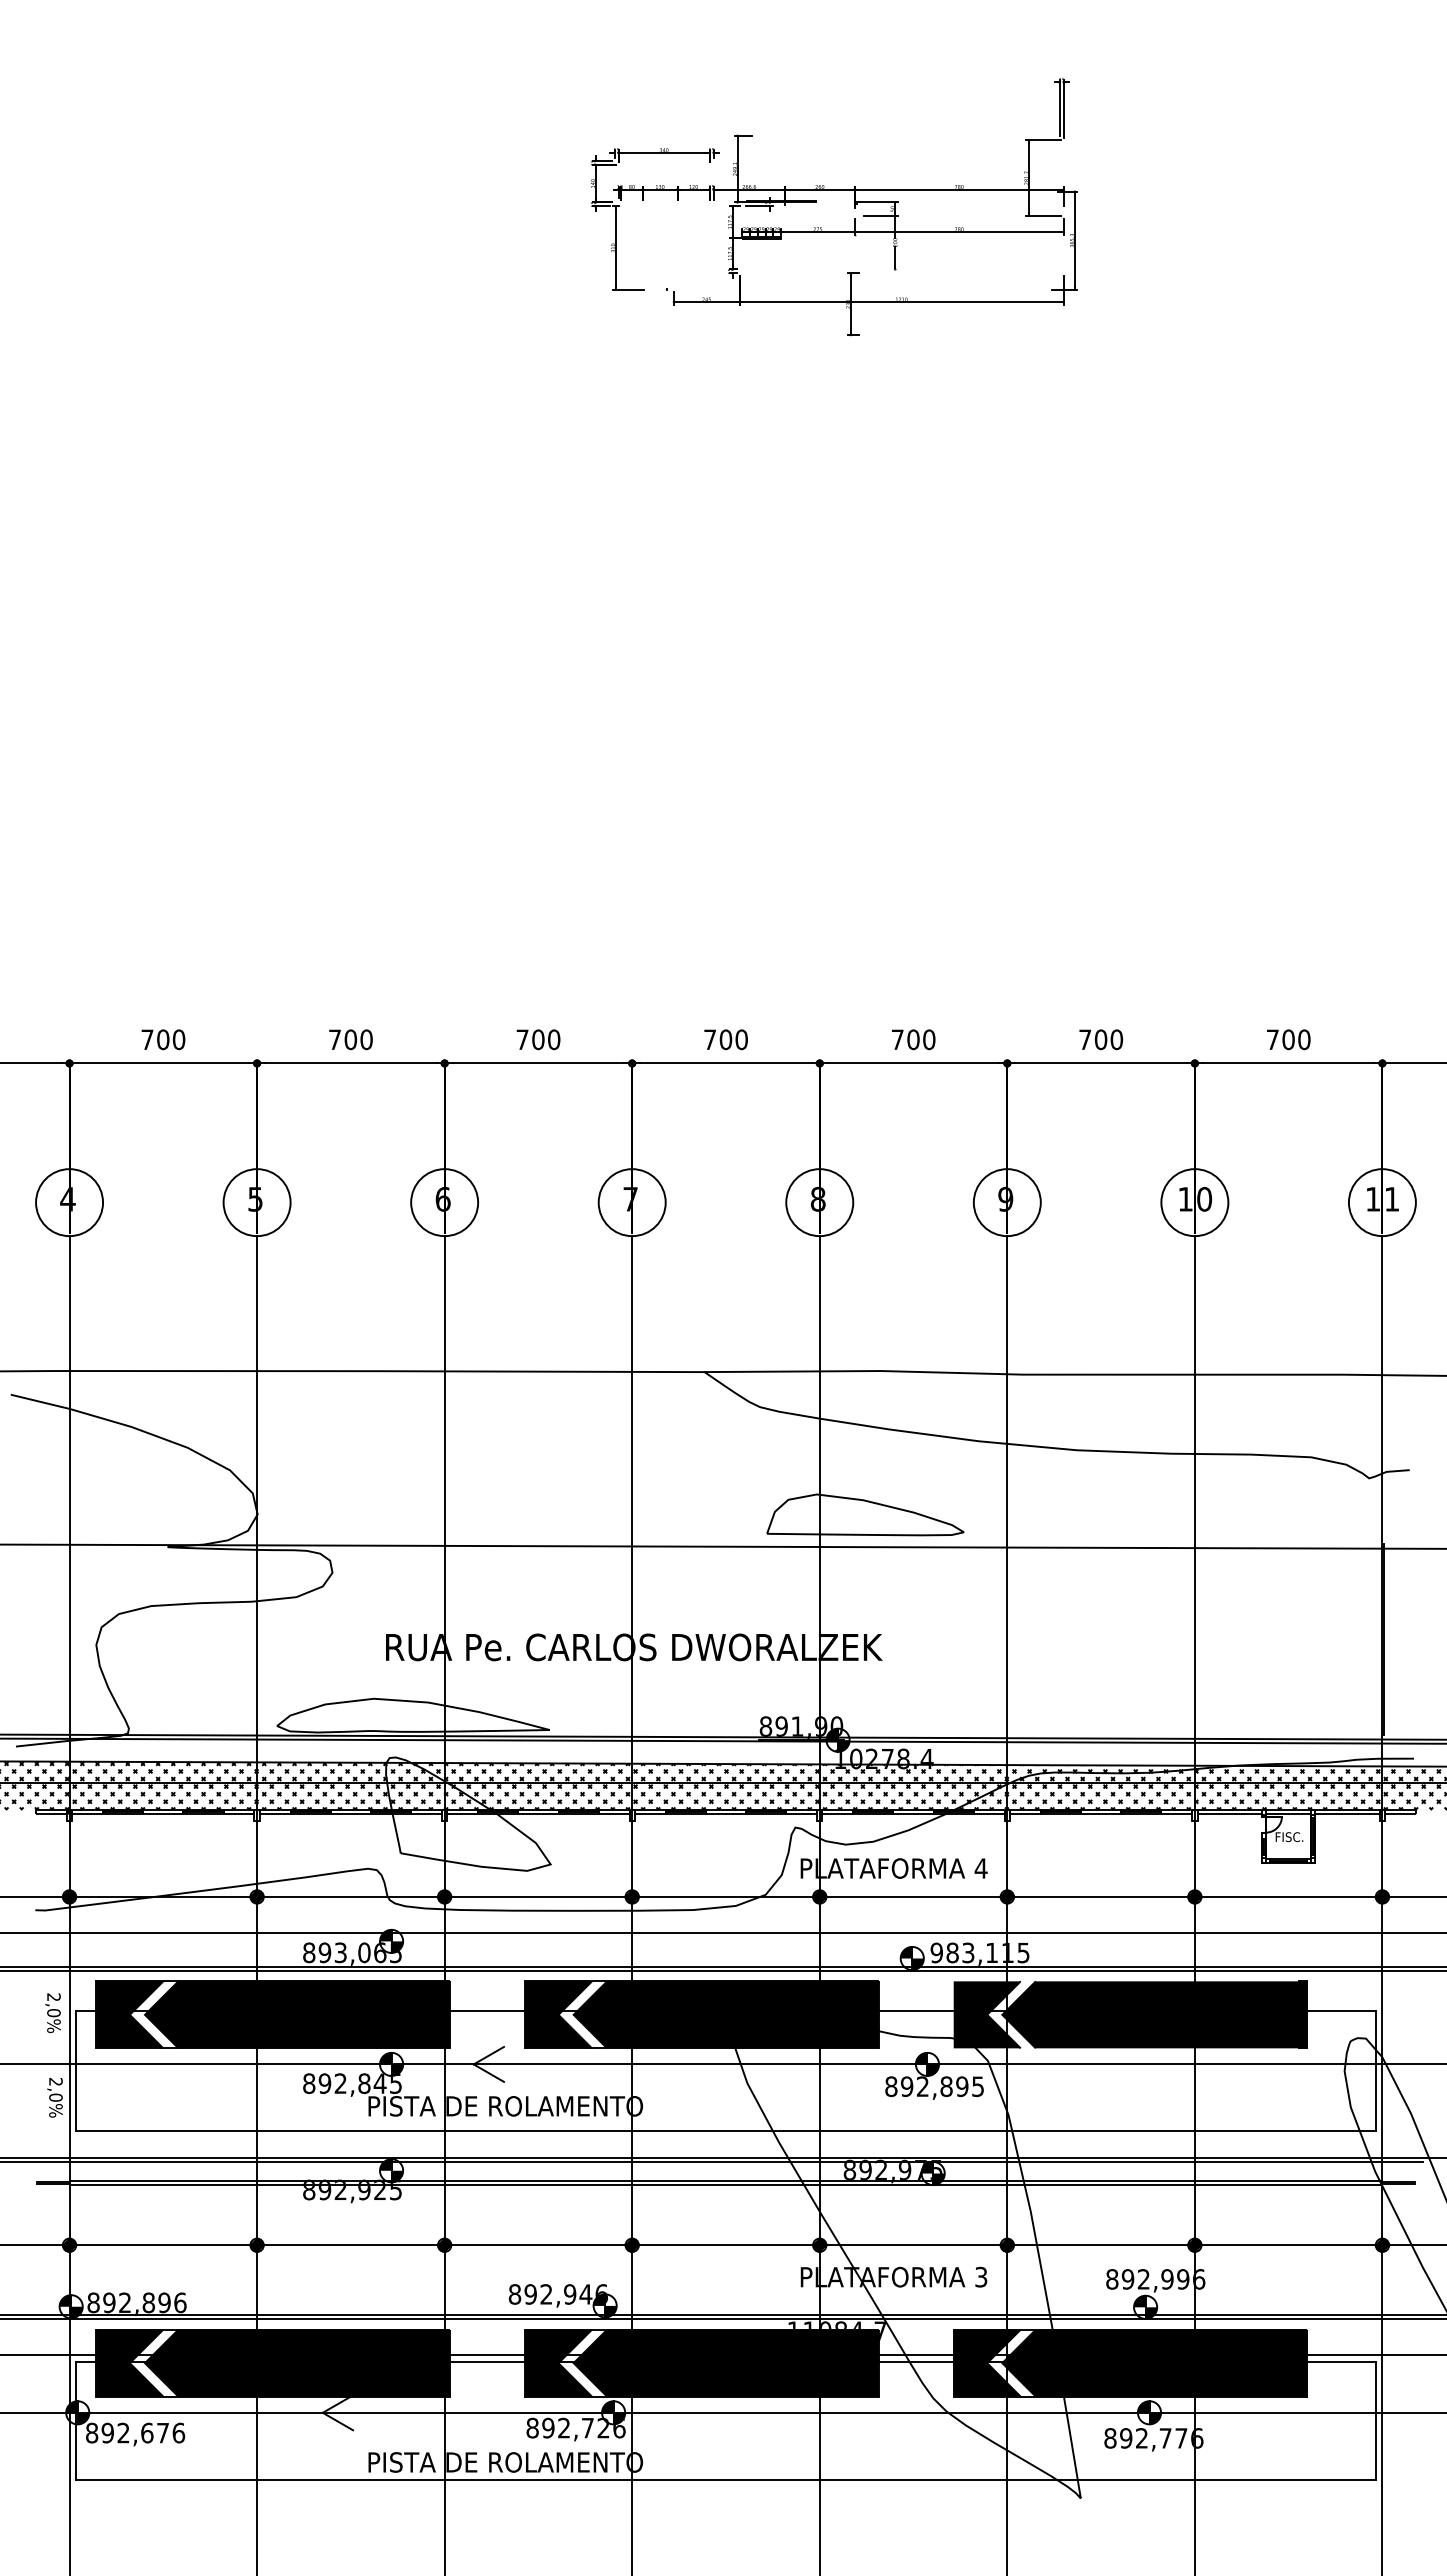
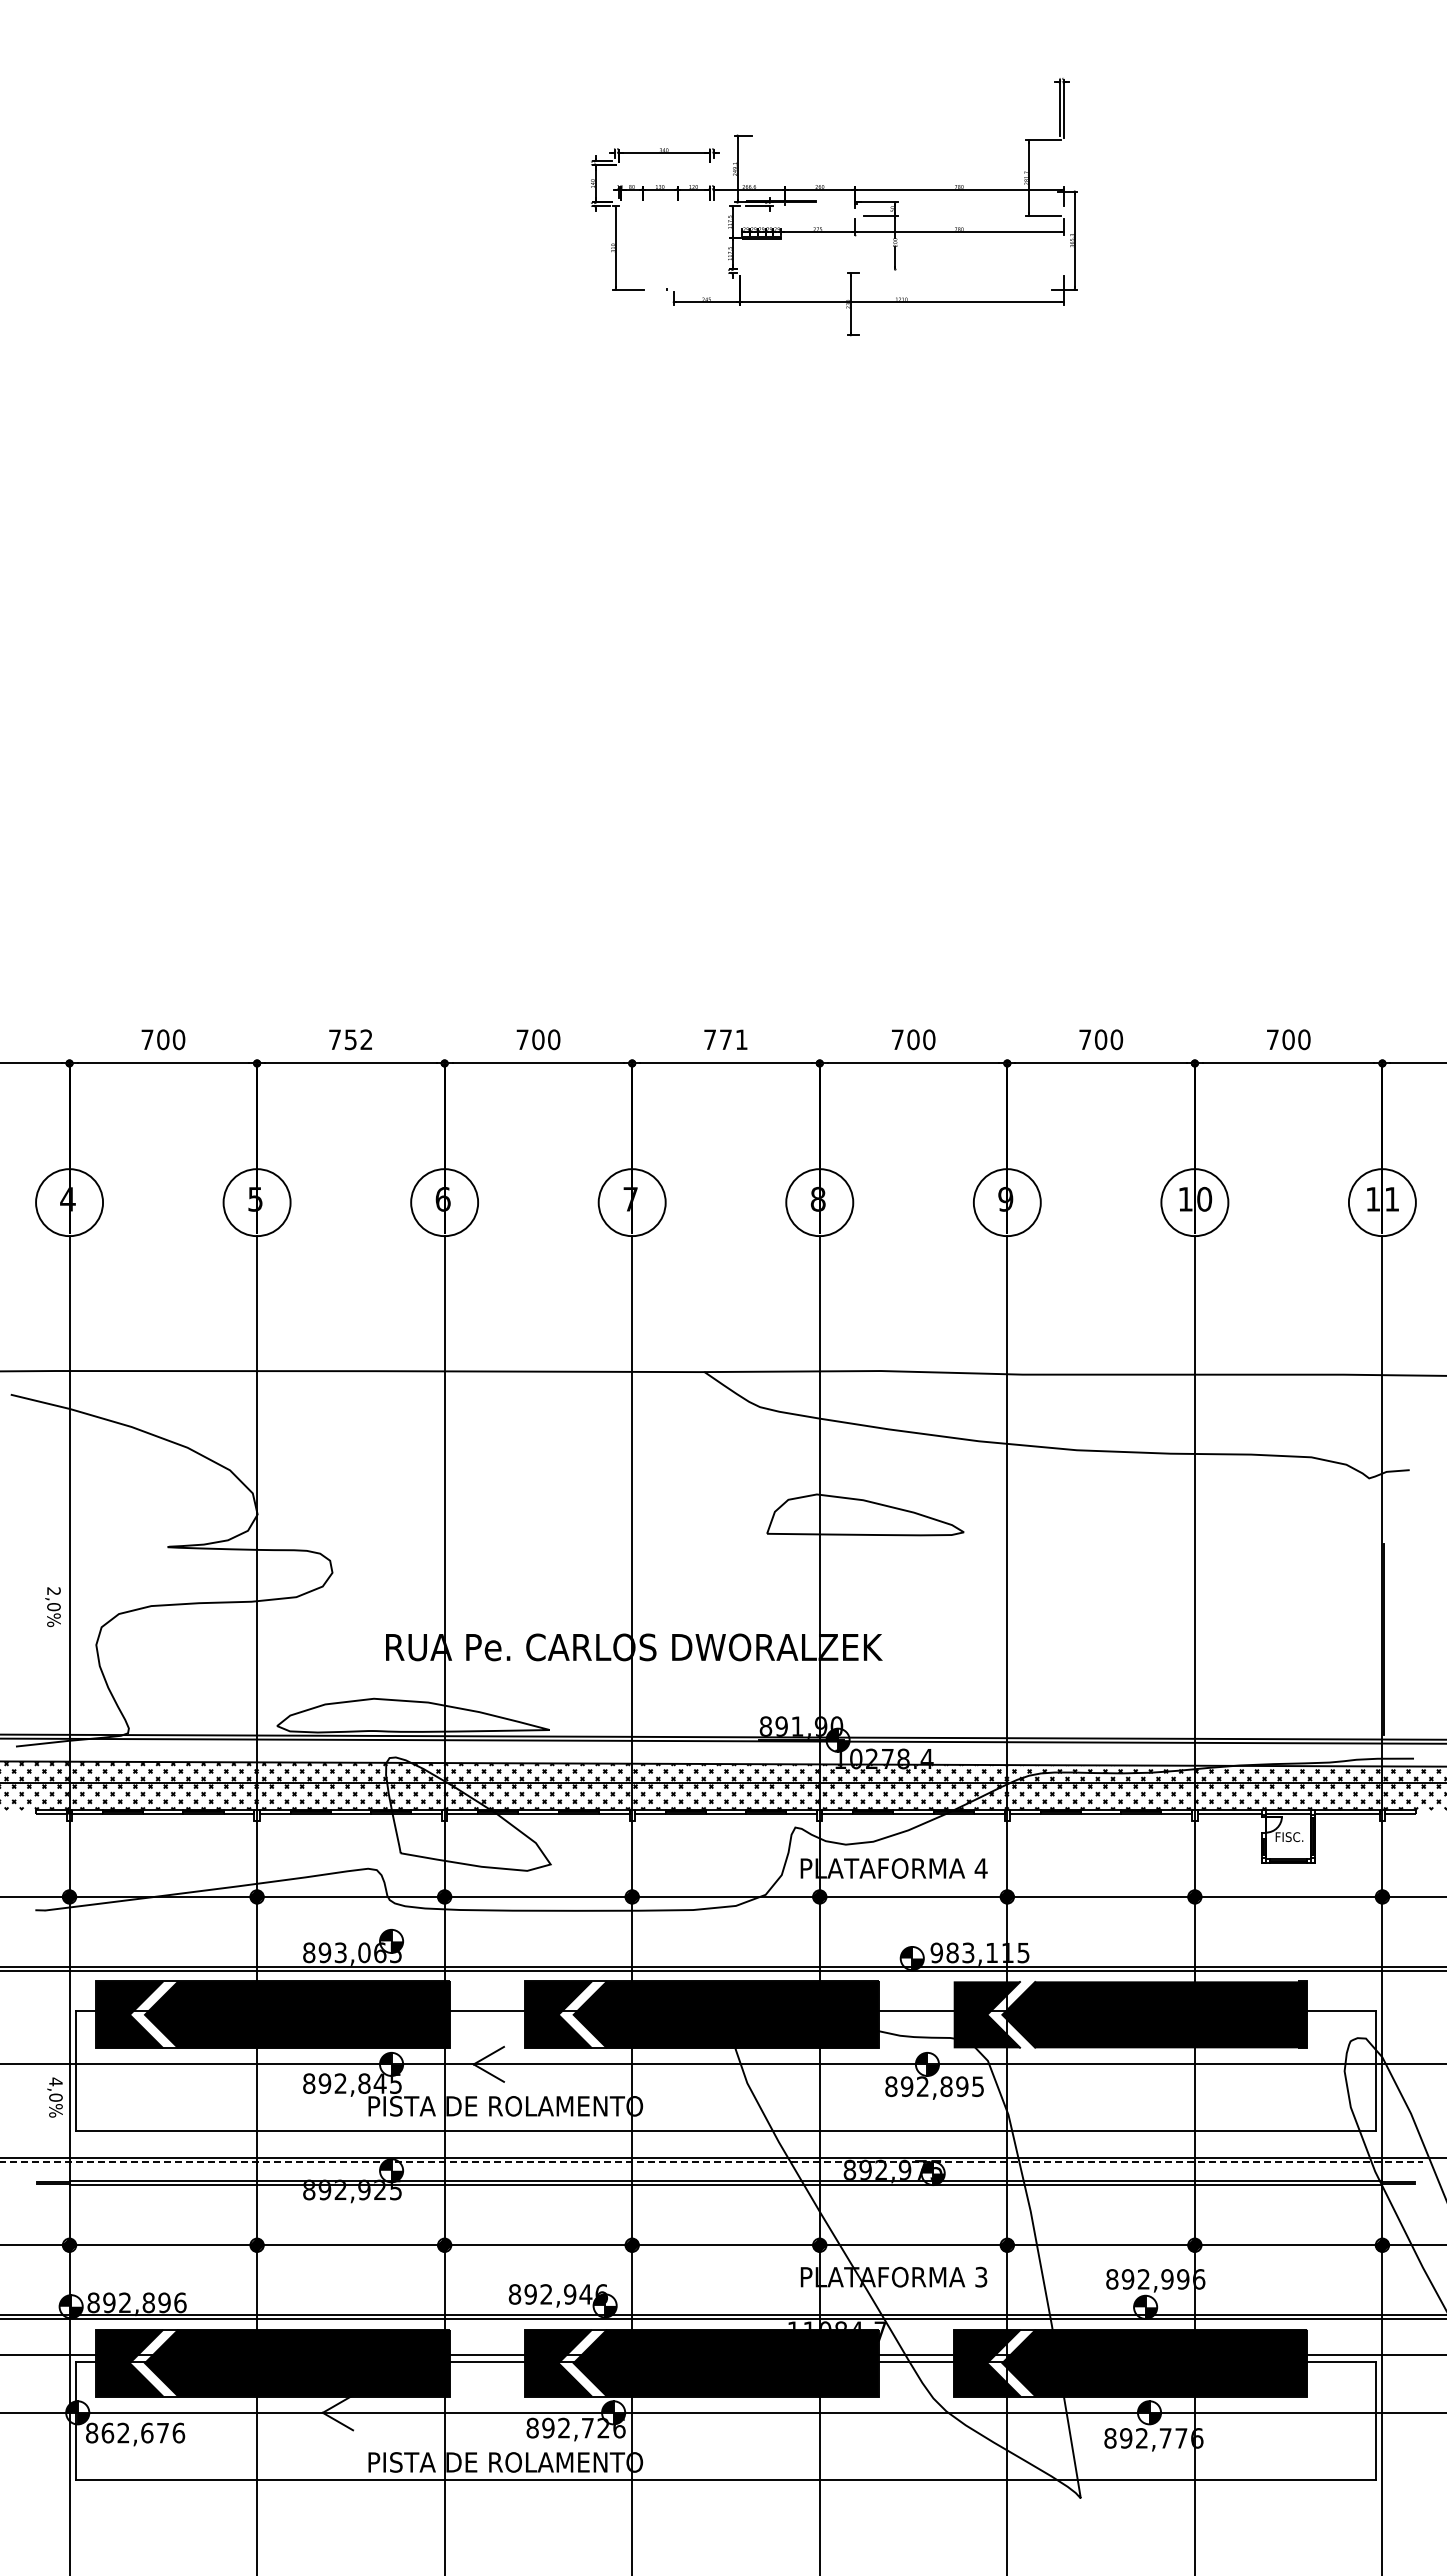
text at (358, 1039): 700 -> 752
text at (733, 1039): 700 -> 771
line at (722, 1546): present -> none
line at (722, 1933): present -> none
text at (52, 2013) position: (52, 2013) -> (52, 1607)
text at (55, 2081): 2,0% -> 4,0%
line at (711, 2162): solid -> dashed
text at (107, 2432): 892,676 -> 862,676
